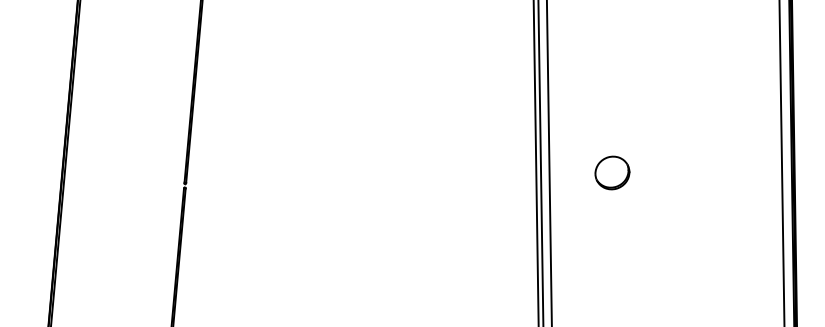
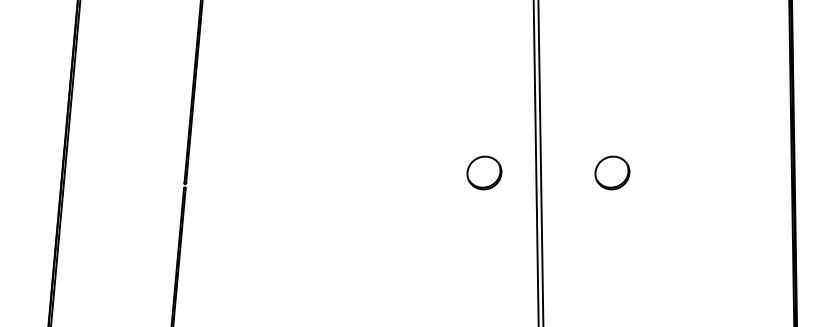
line at (548, 162): present -> none
line at (781, 162): present -> none
part at (484, 172): none -> present
